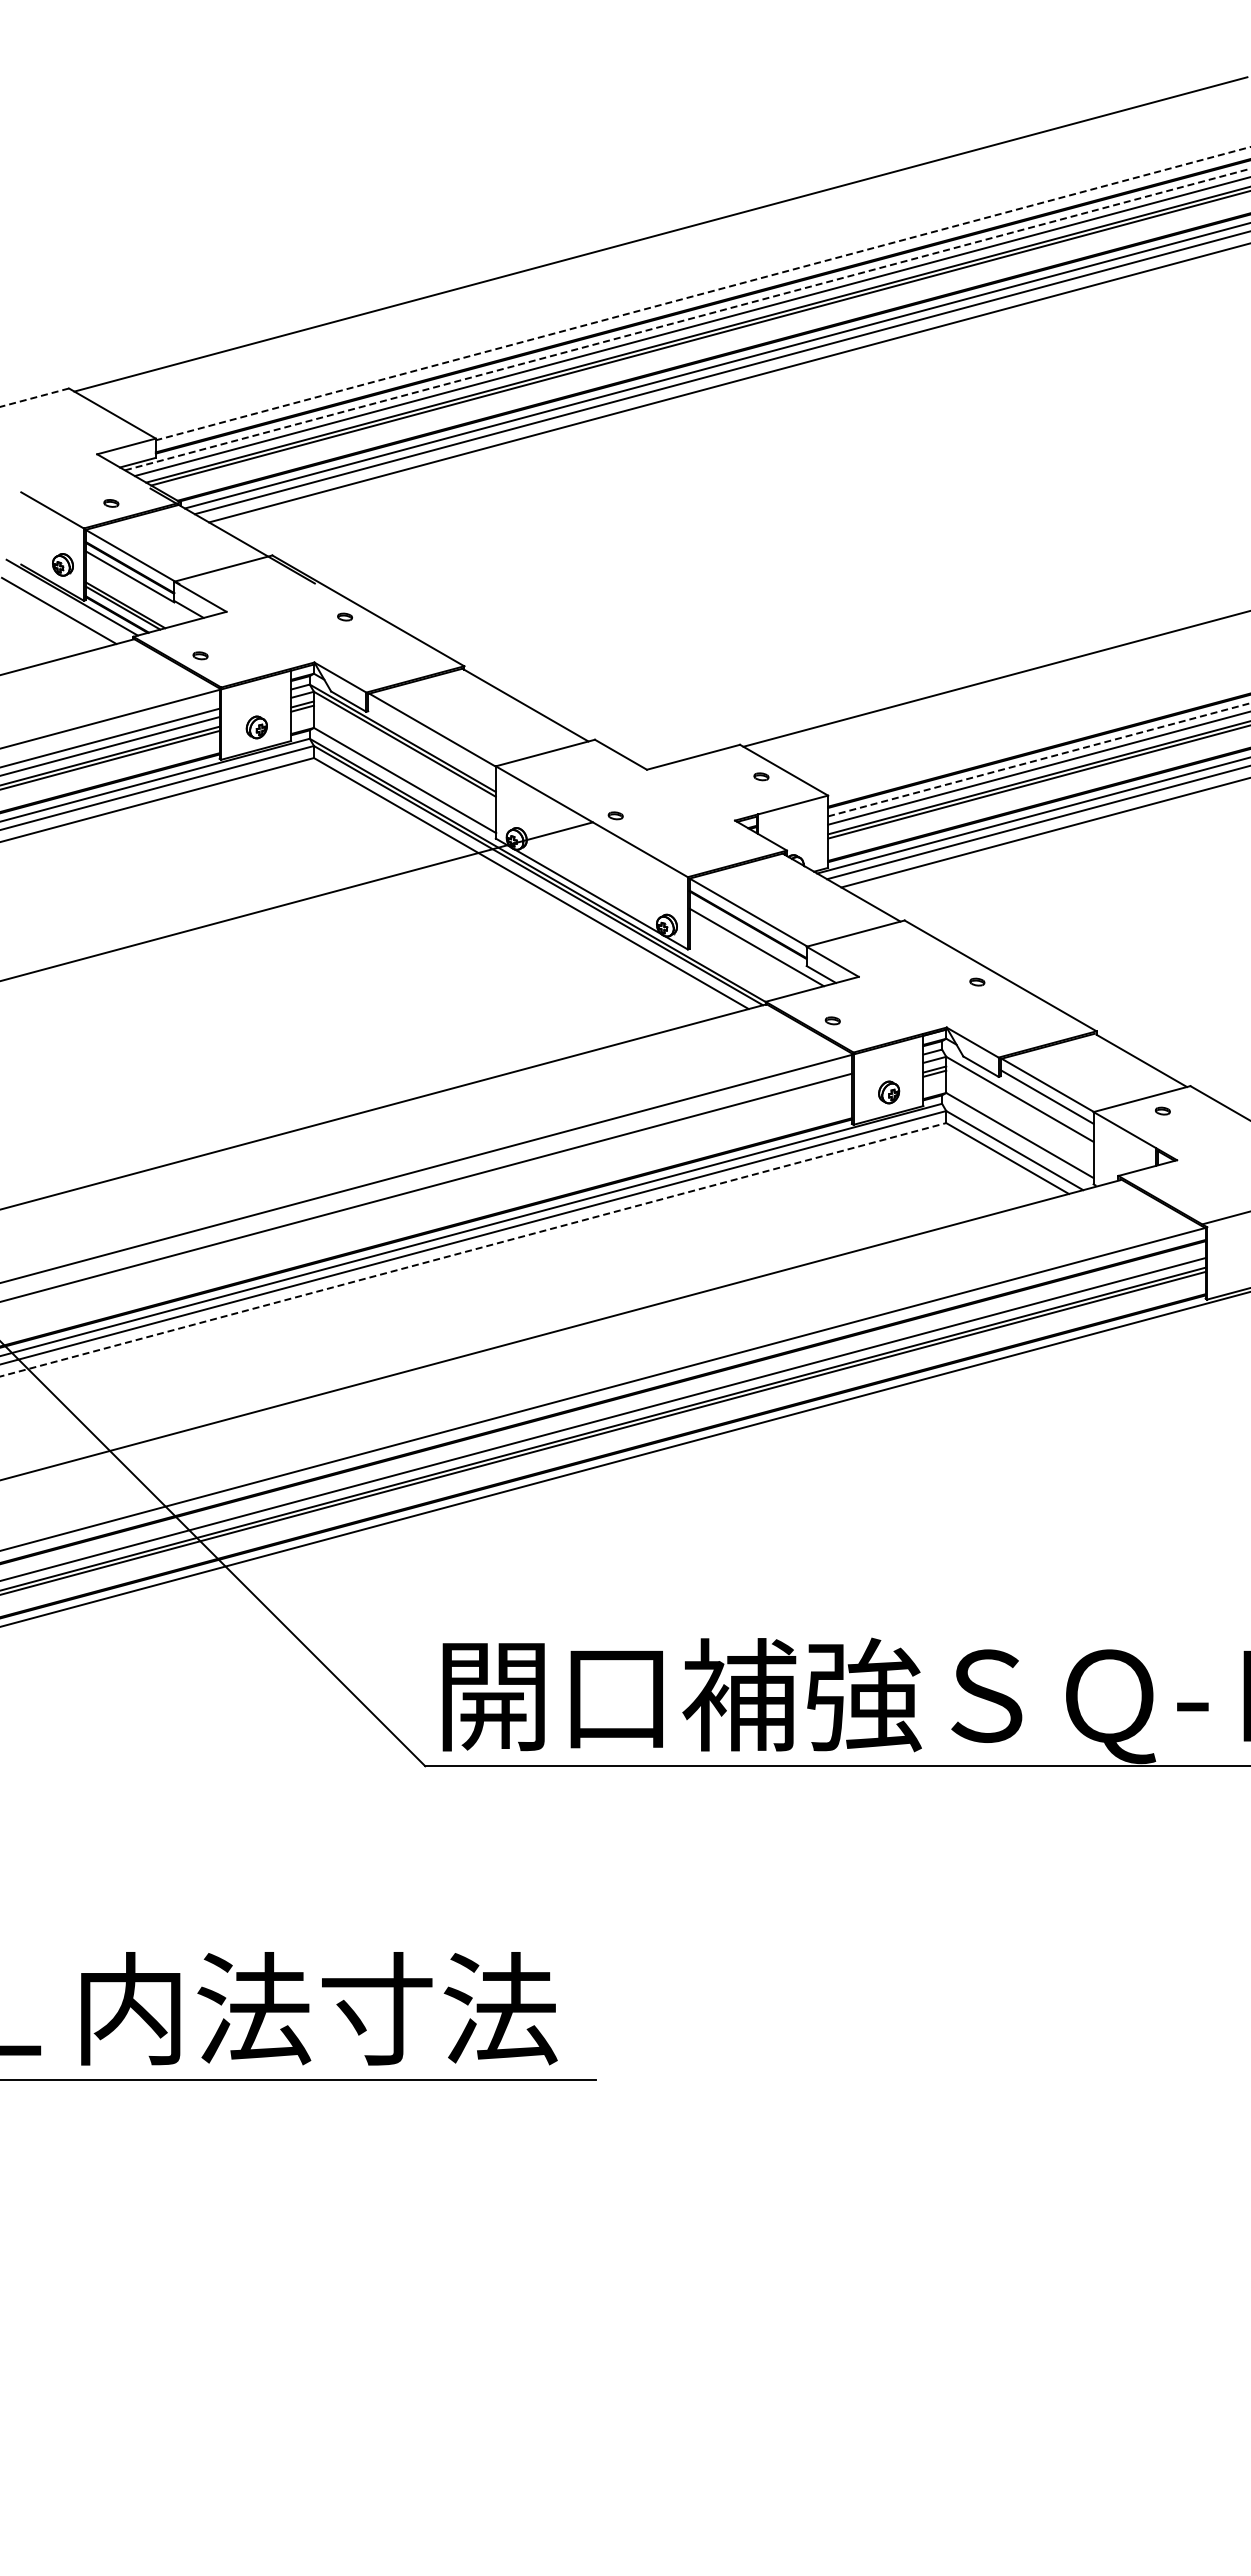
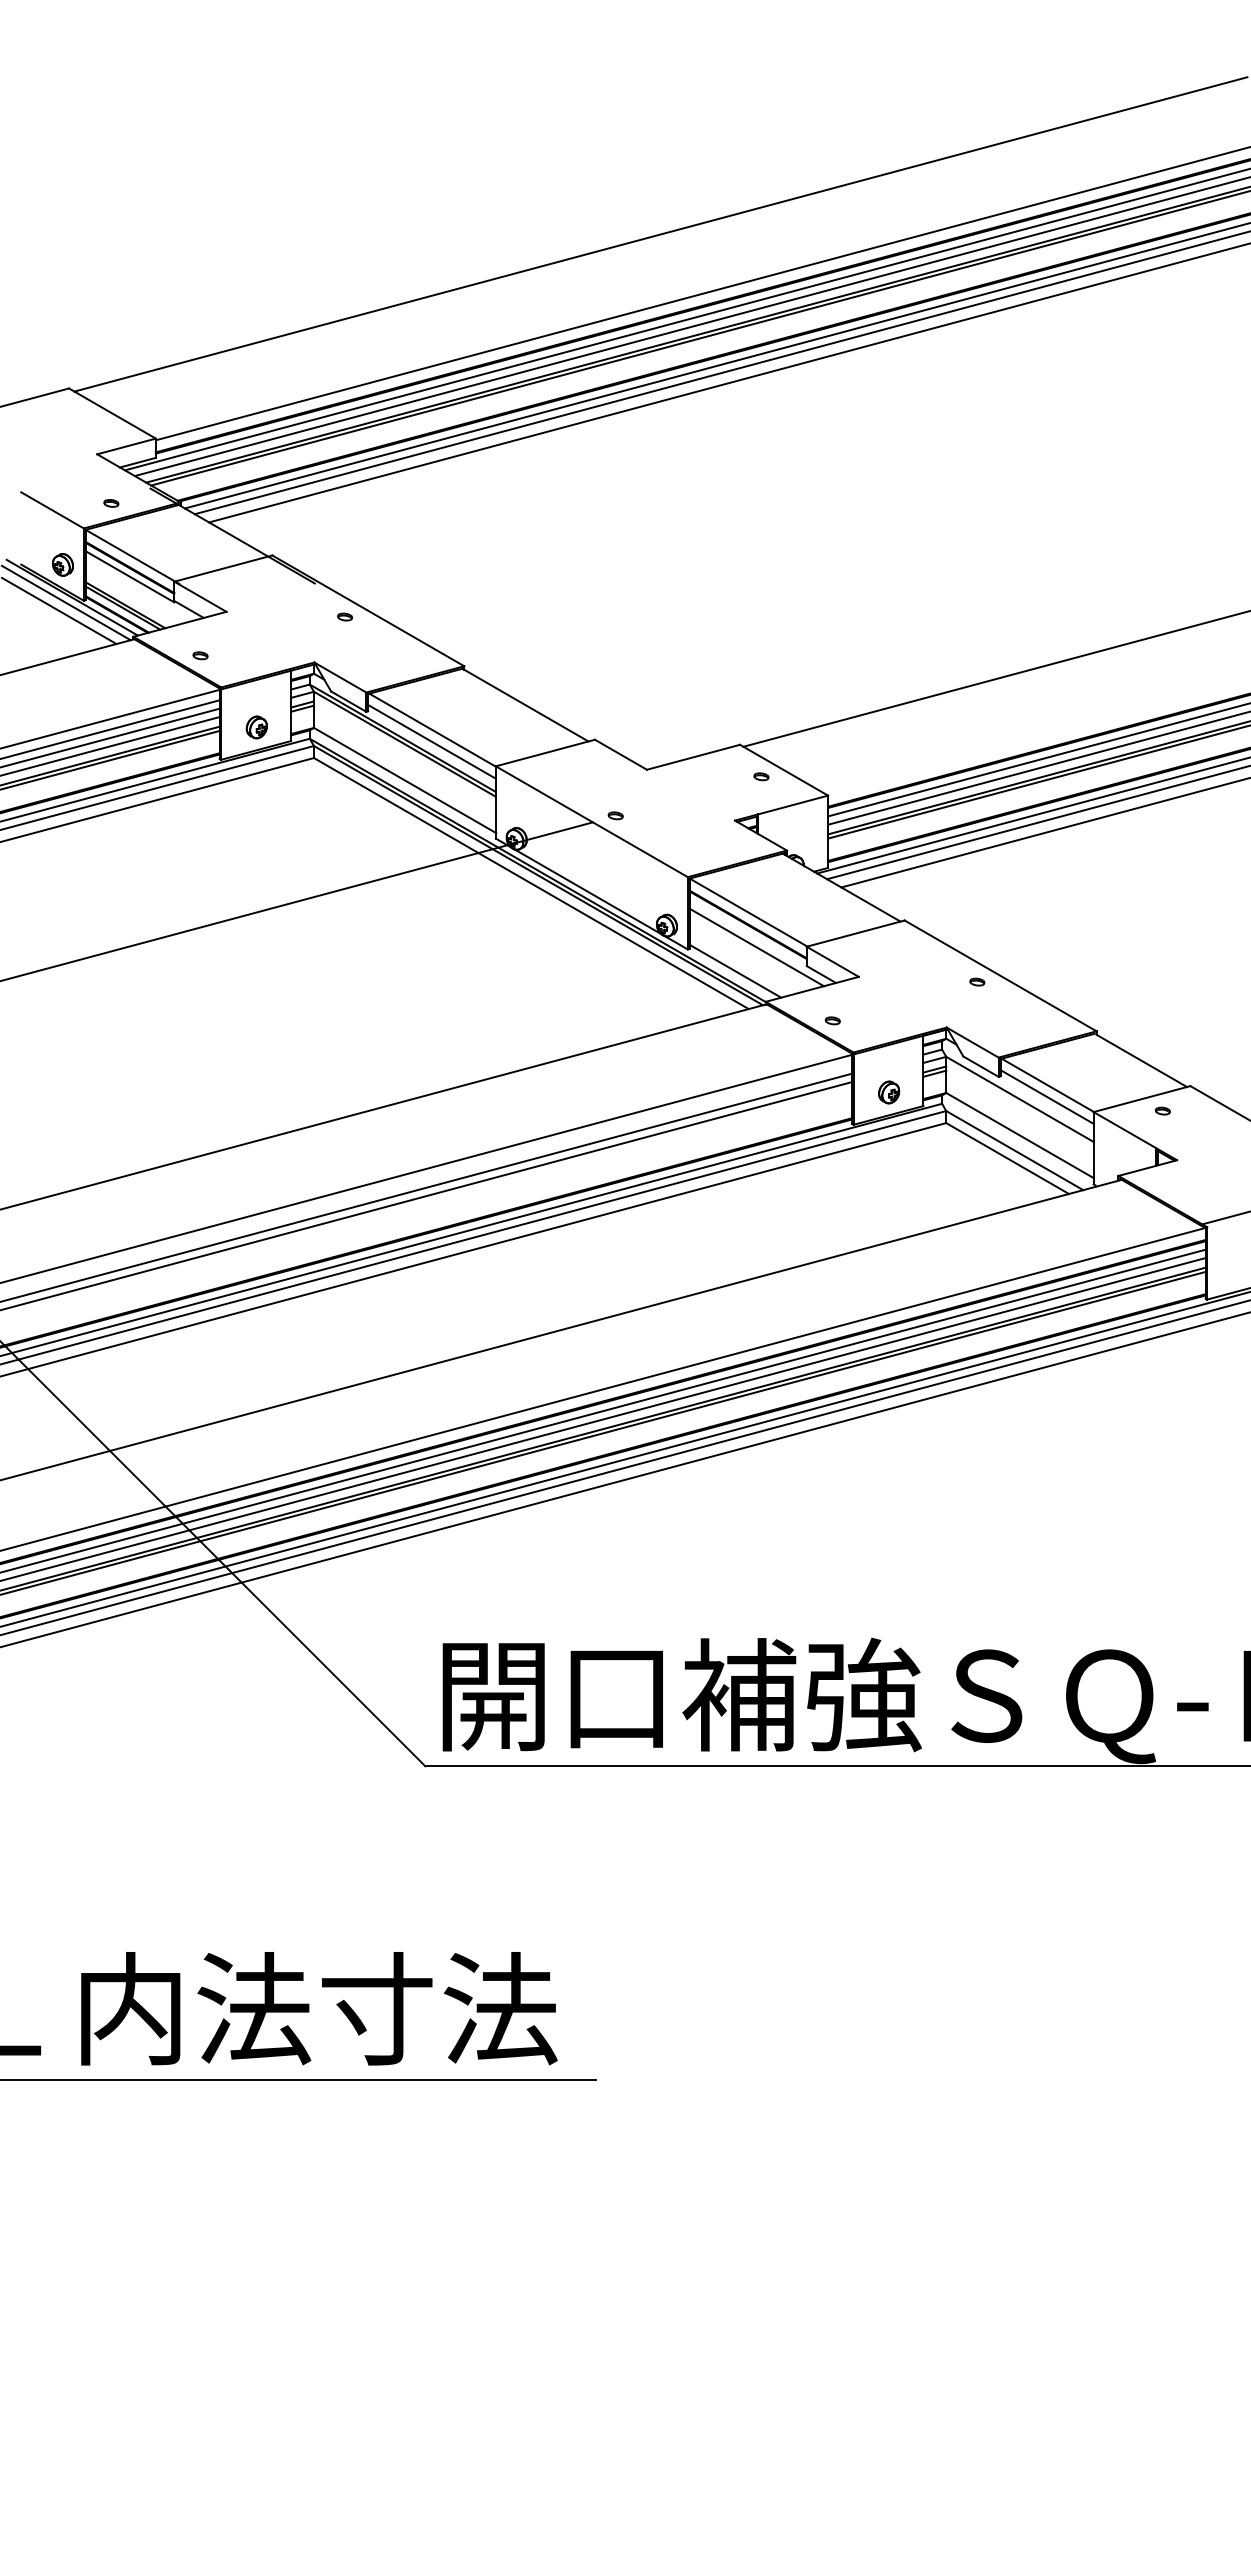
line at (703, 293): dashed -> solid
line at (687, 319): dashed -> solid
line at (34, 397): dashed -> solid
line at (66, 602): none -> present
line at (110, 729): none -> present
line at (431, 741): none -> present
line at (1039, 759): dashed -> solid
line at (735, 970): none -> present
line at (426, 1195): none -> present
line at (473, 1249): dashed -> solid
line at (603, 1410): none -> present
line at (624, 1467): none -> present
line at (624, 1479): none -> present
